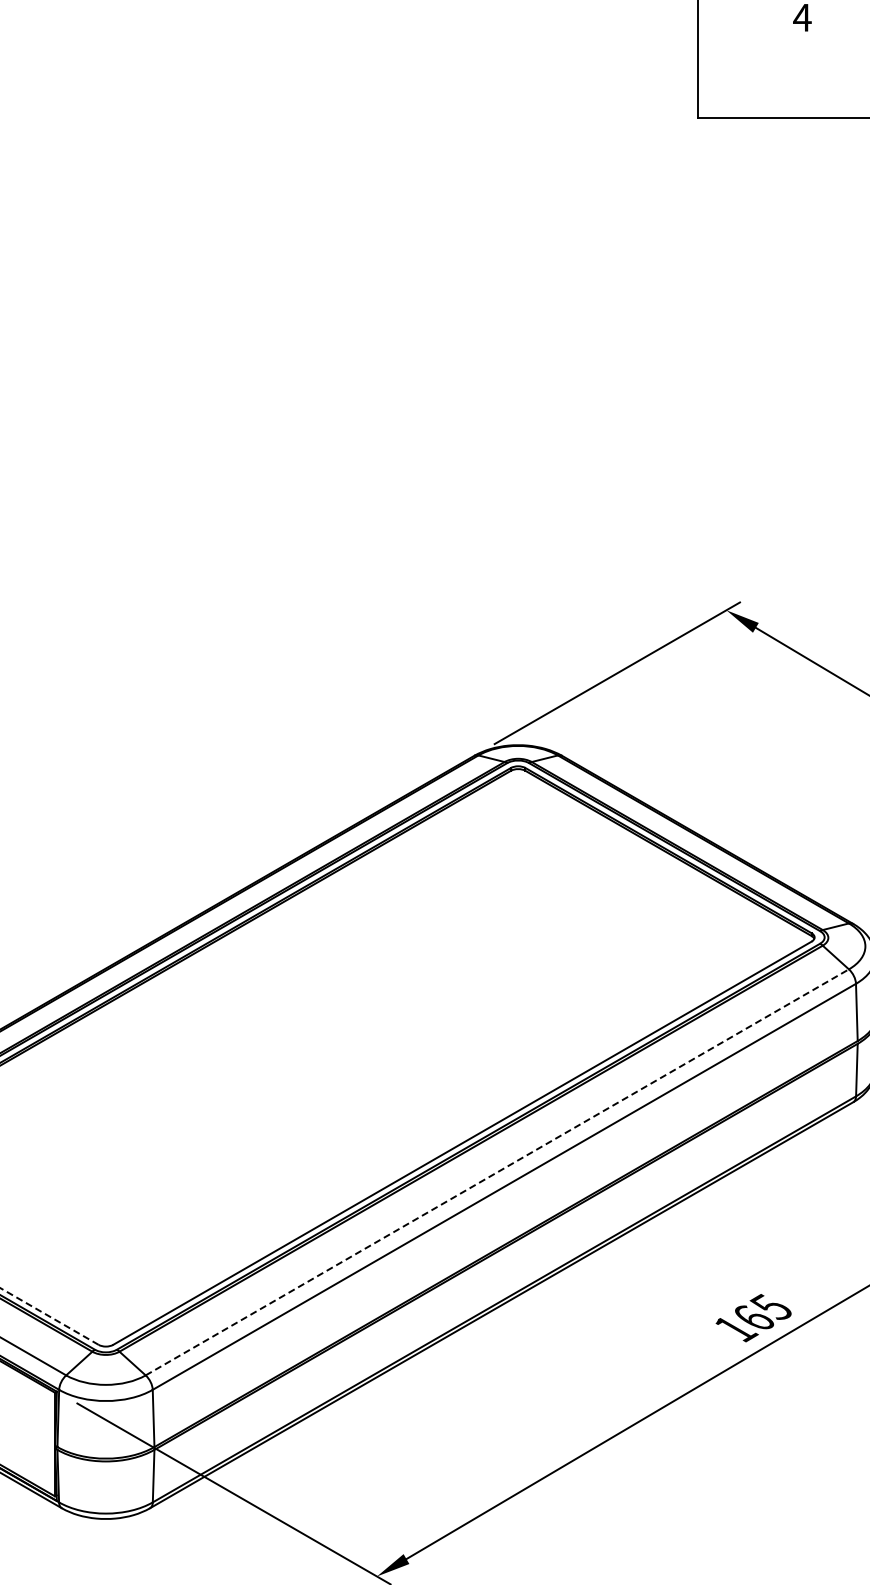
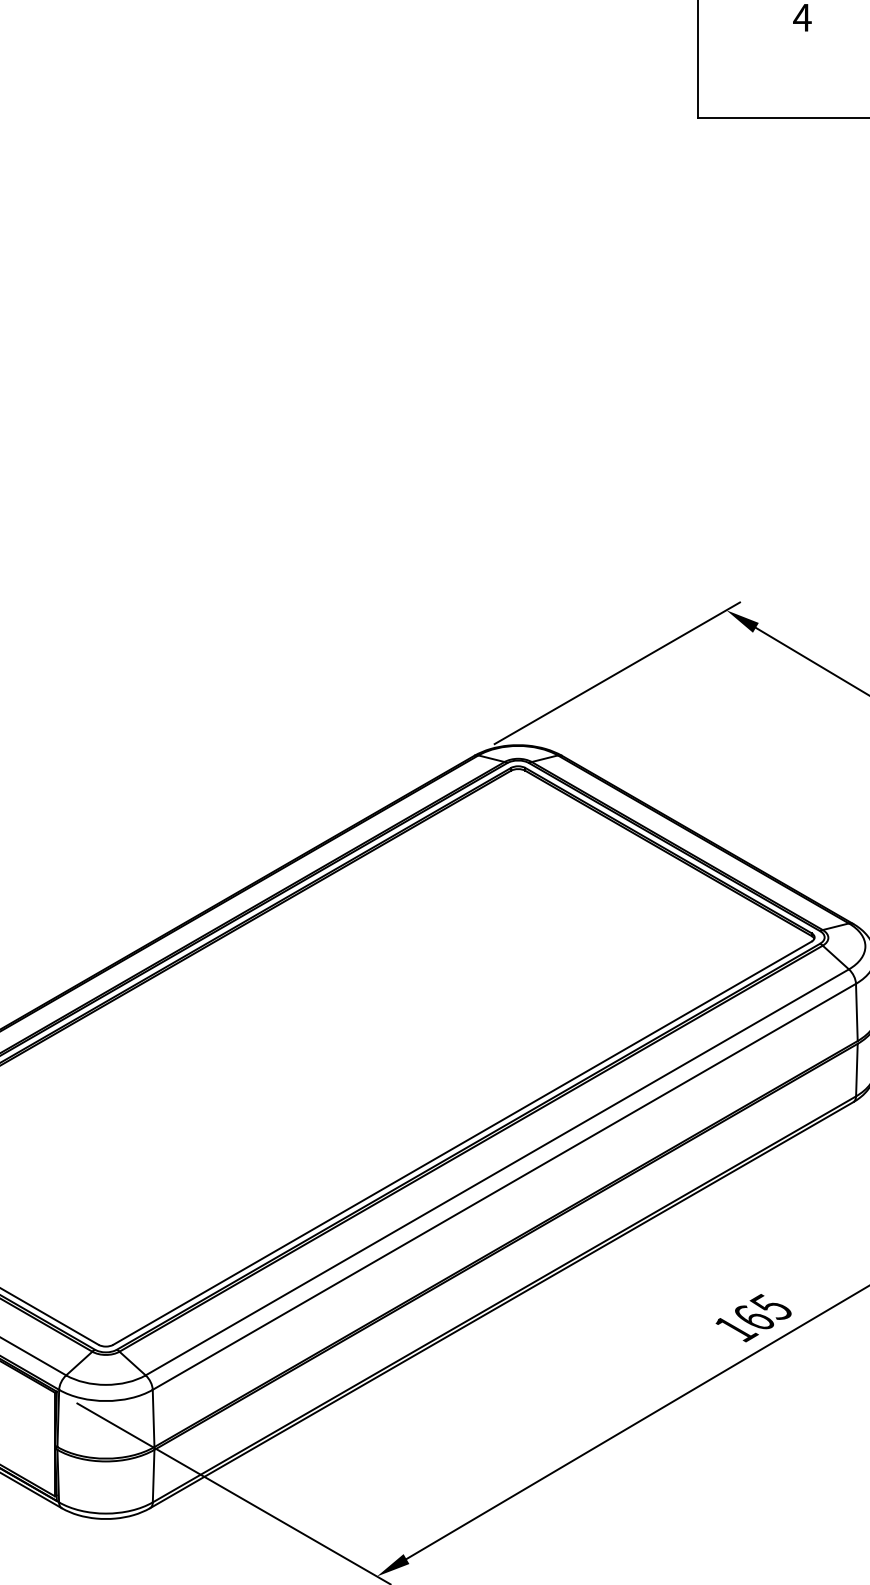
line at (497, 1172): dashed -> solid
line at (49, 1316): dashed -> solid
